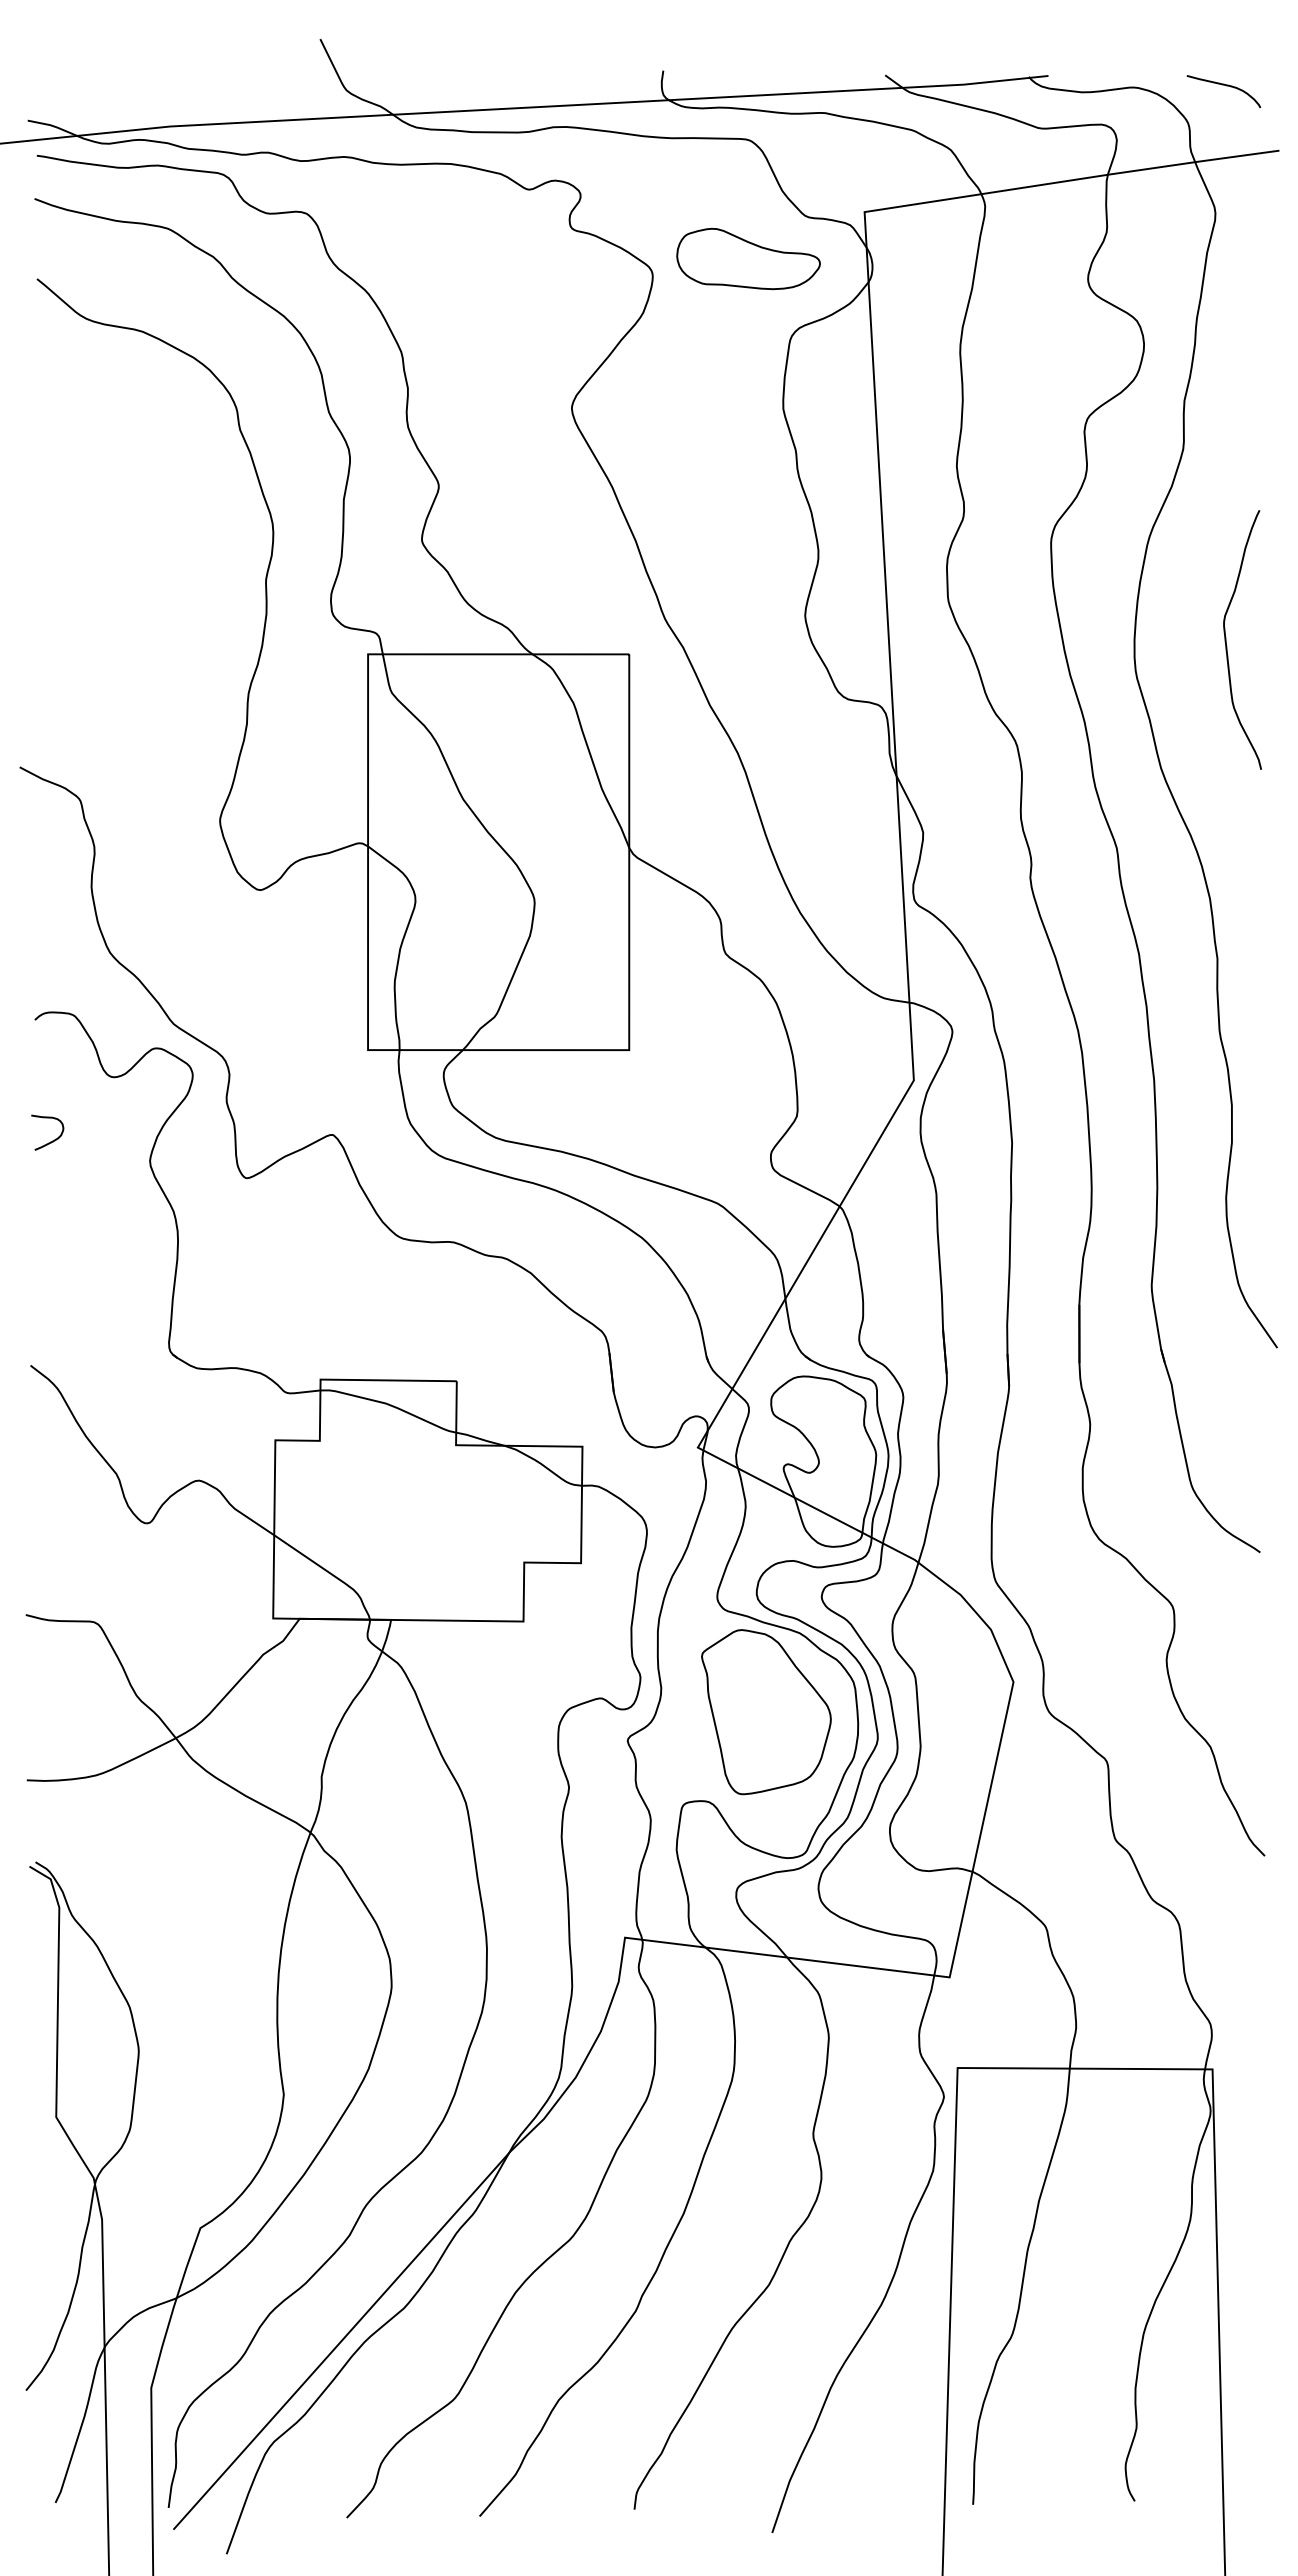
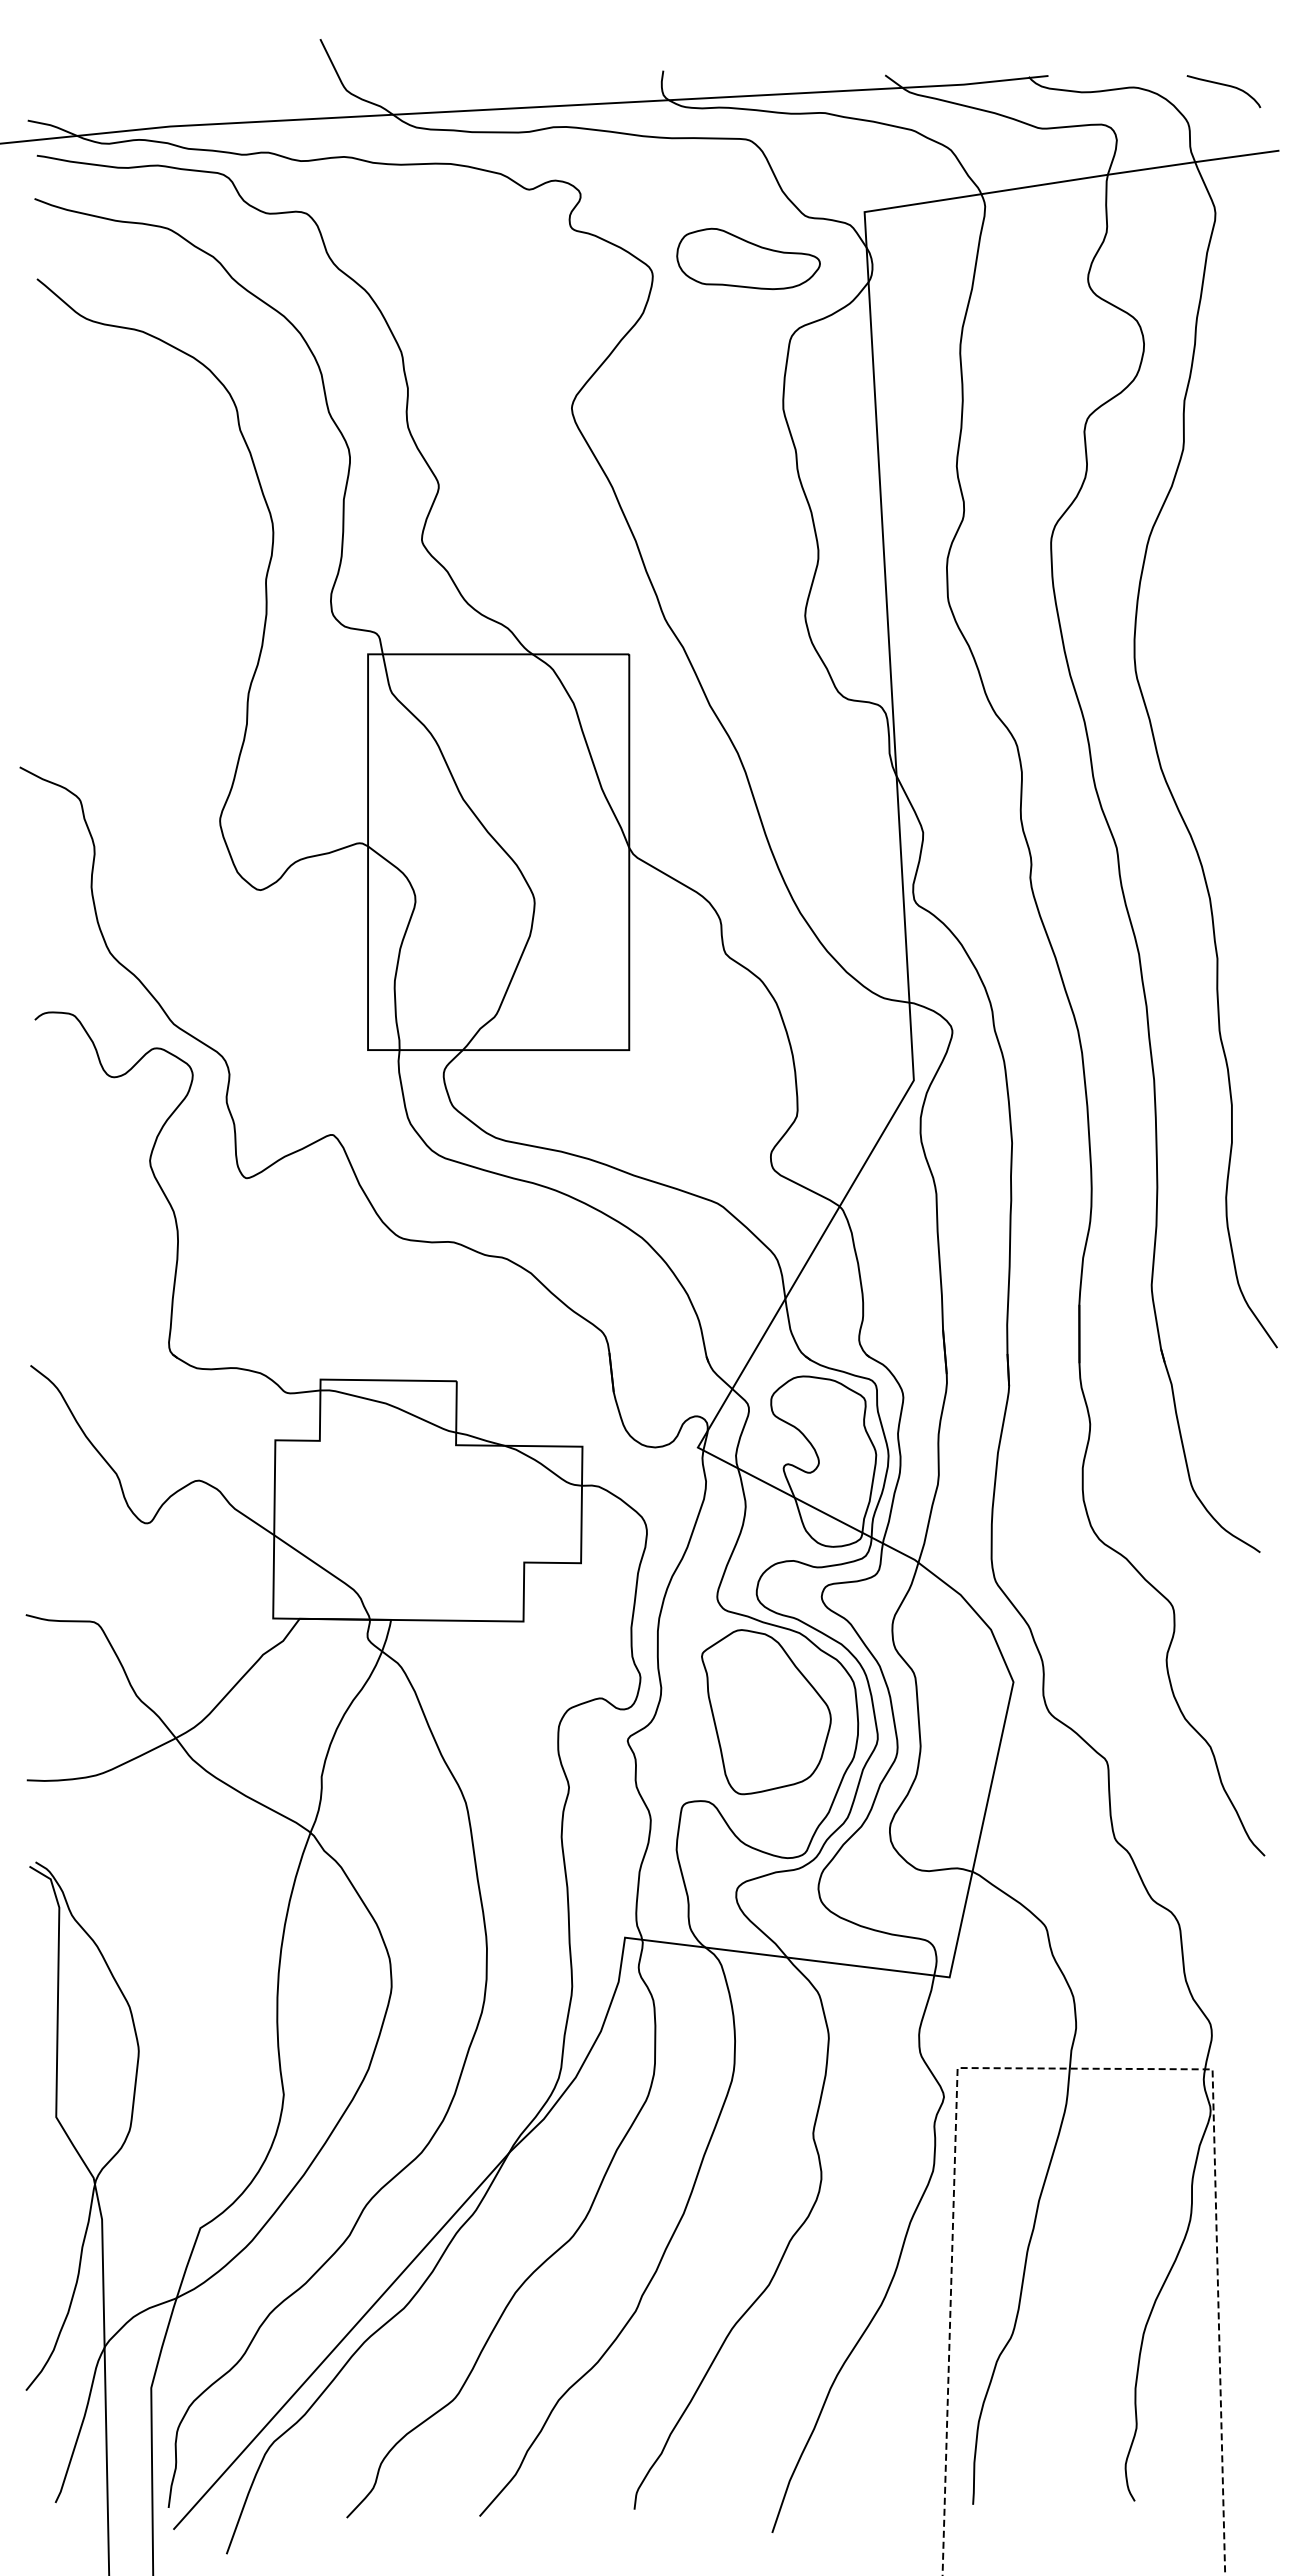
curve at (1226, 639): present -> none
curve at (52, 1140): present -> none
line at (1084, 2068): solid -> dashed
